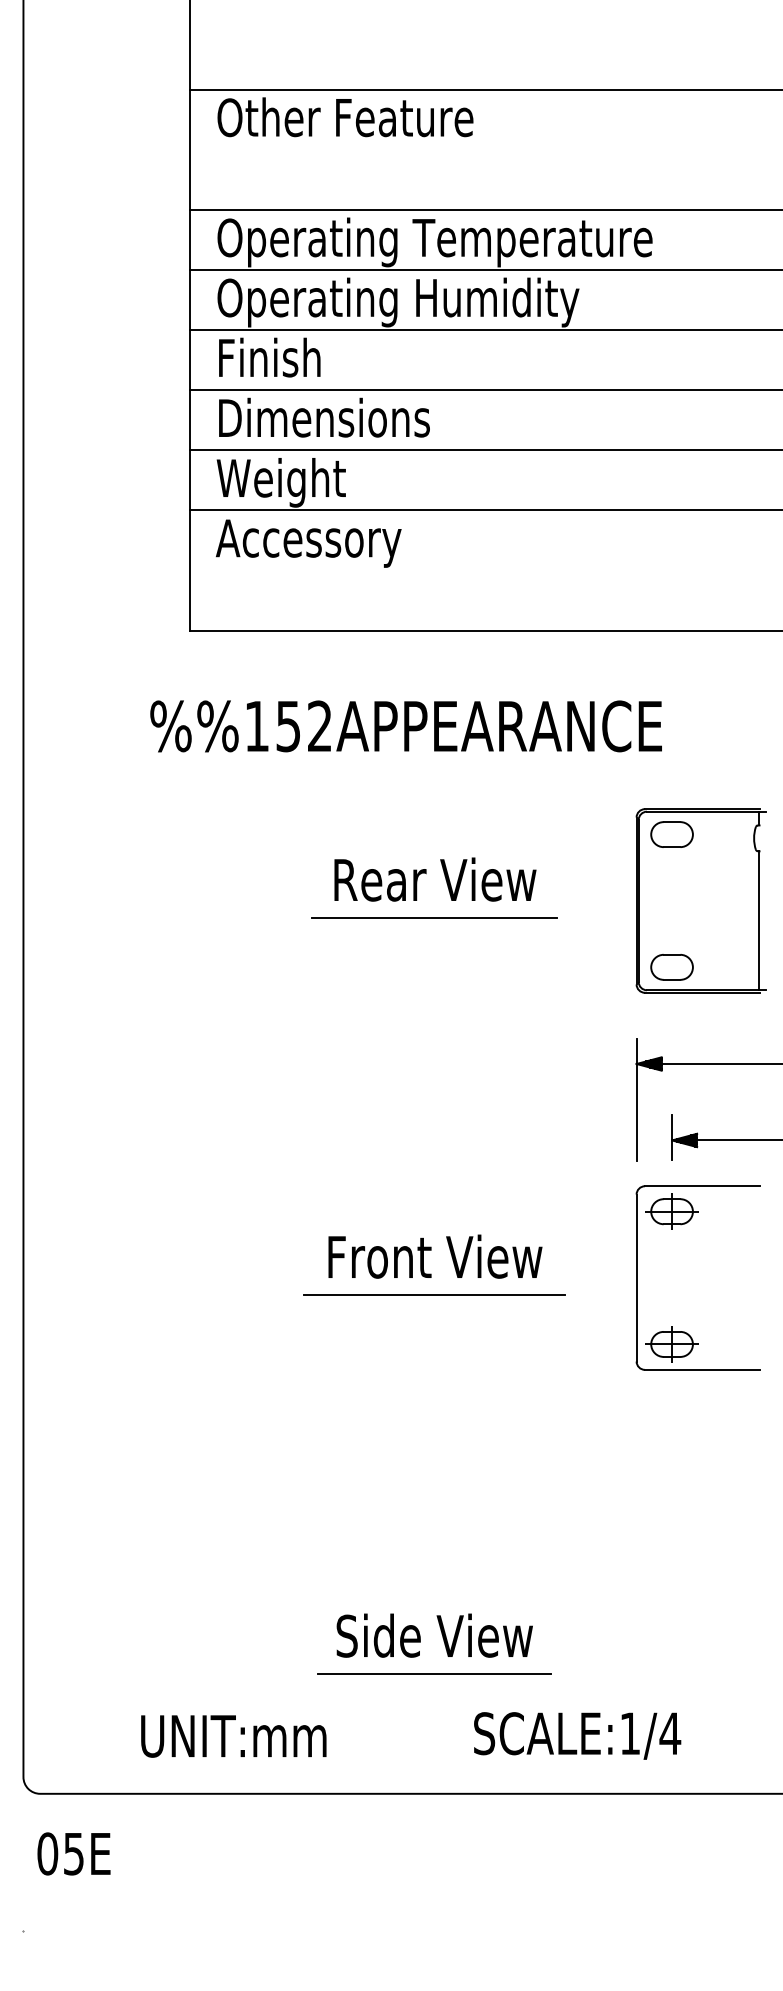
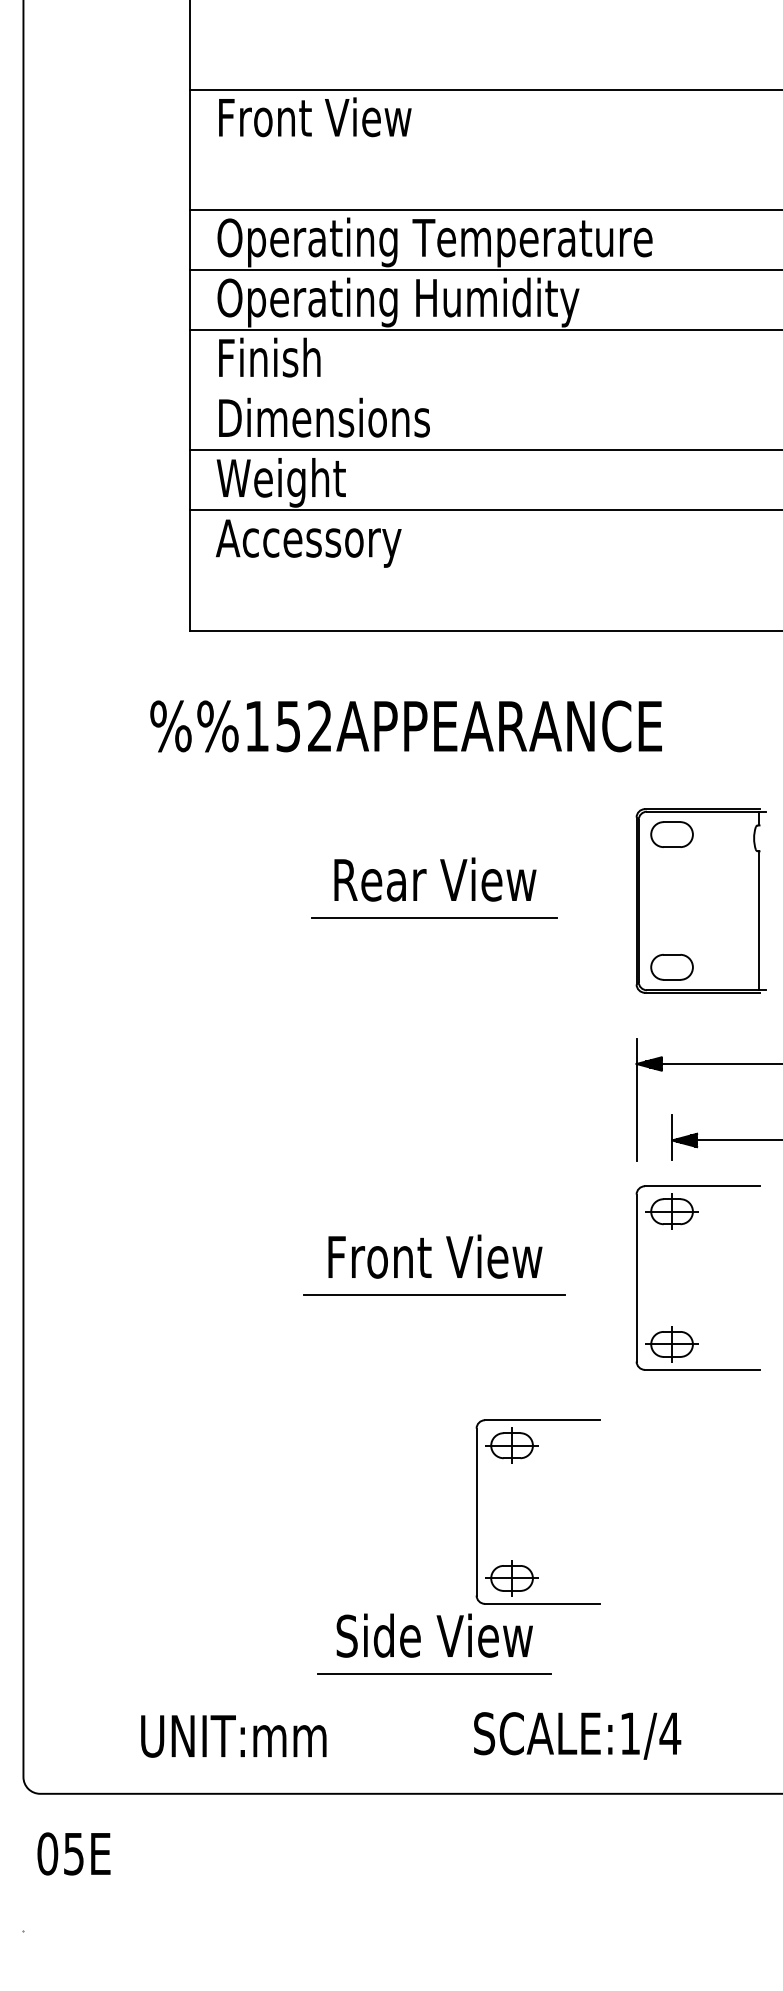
text at (345, 117): Other Feature -> Front View
line at (484, 390): present -> none
part at (512, 1463): none -> present
